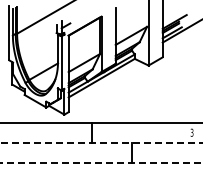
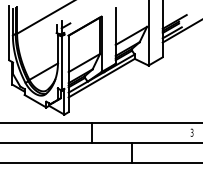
line at (101, 143): dashed -> solid
line at (101, 162): dashed -> solid
